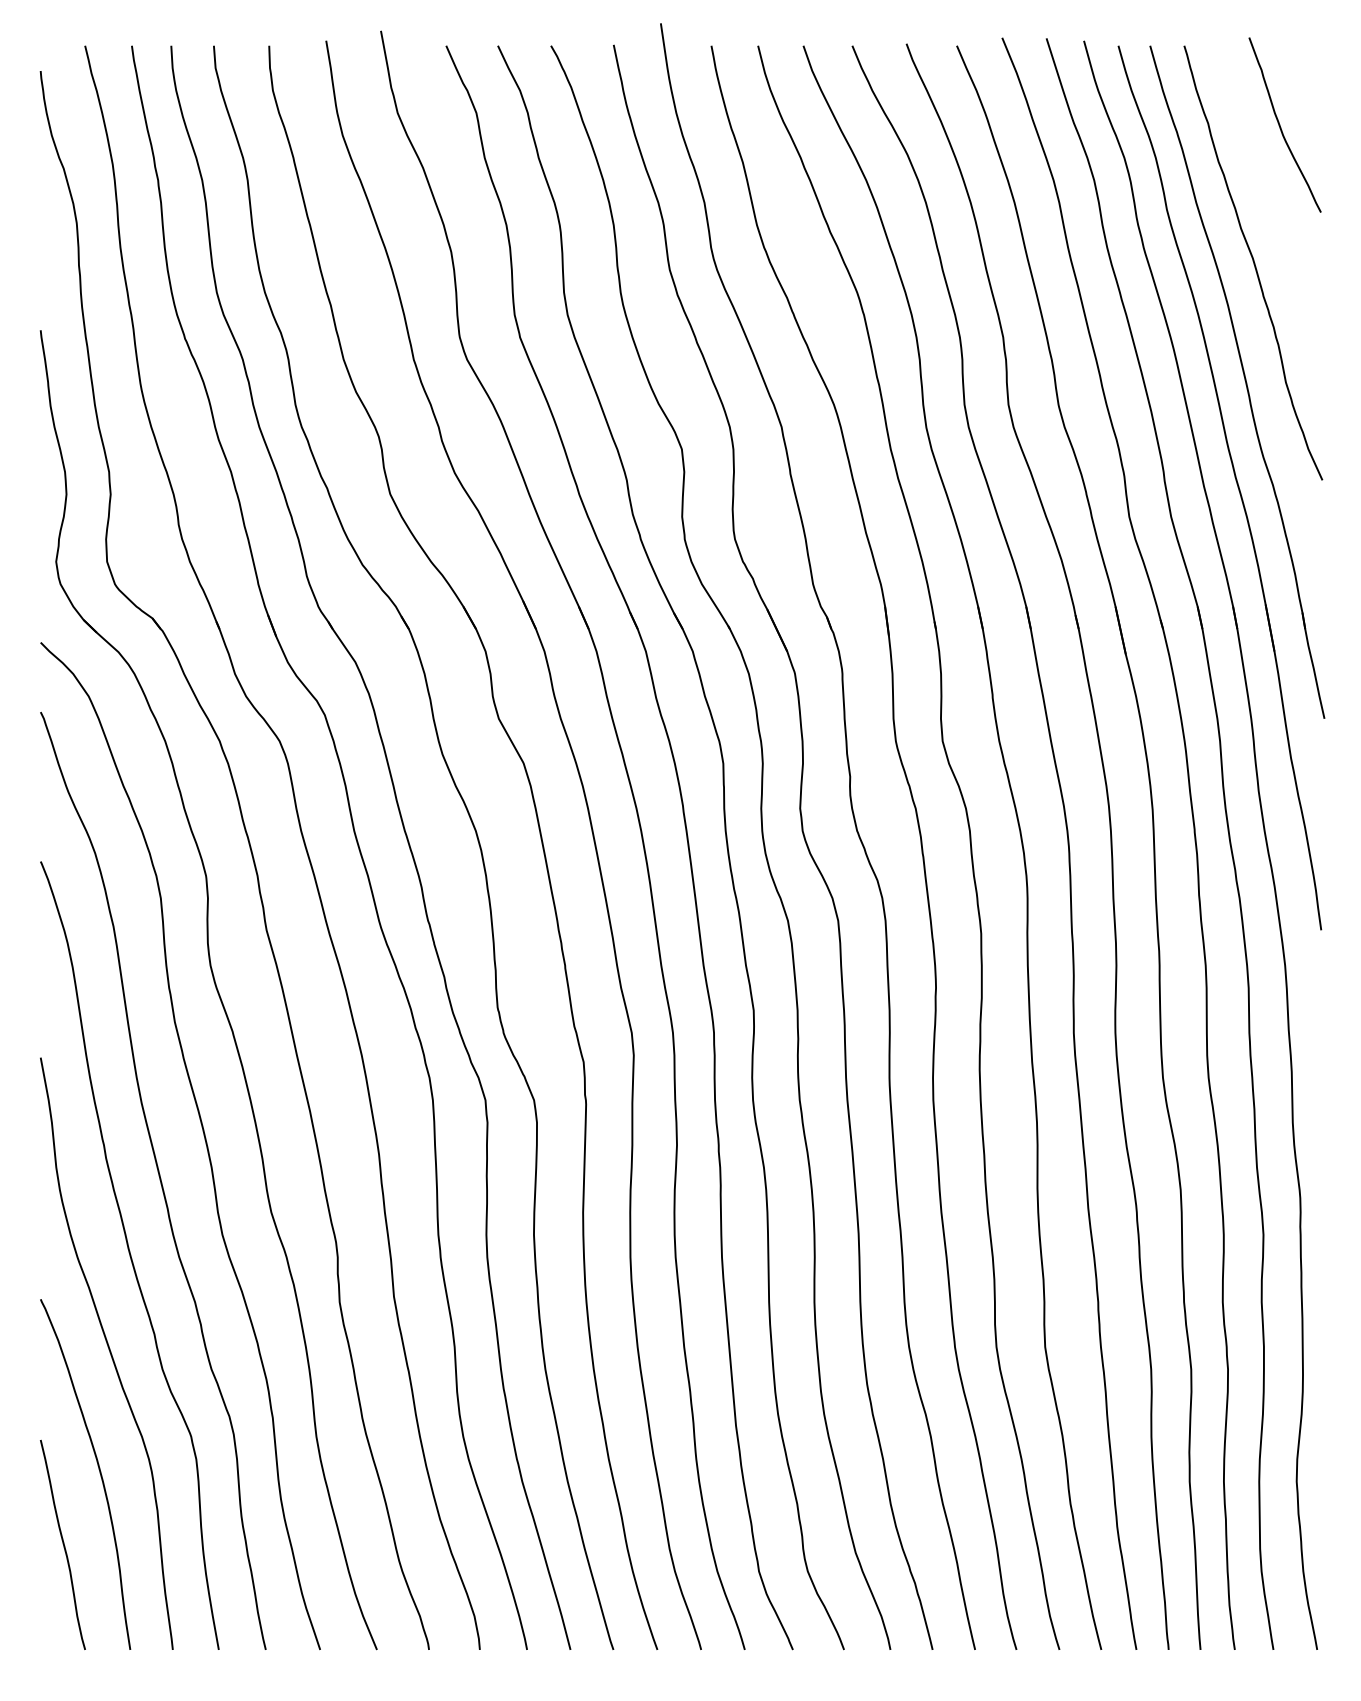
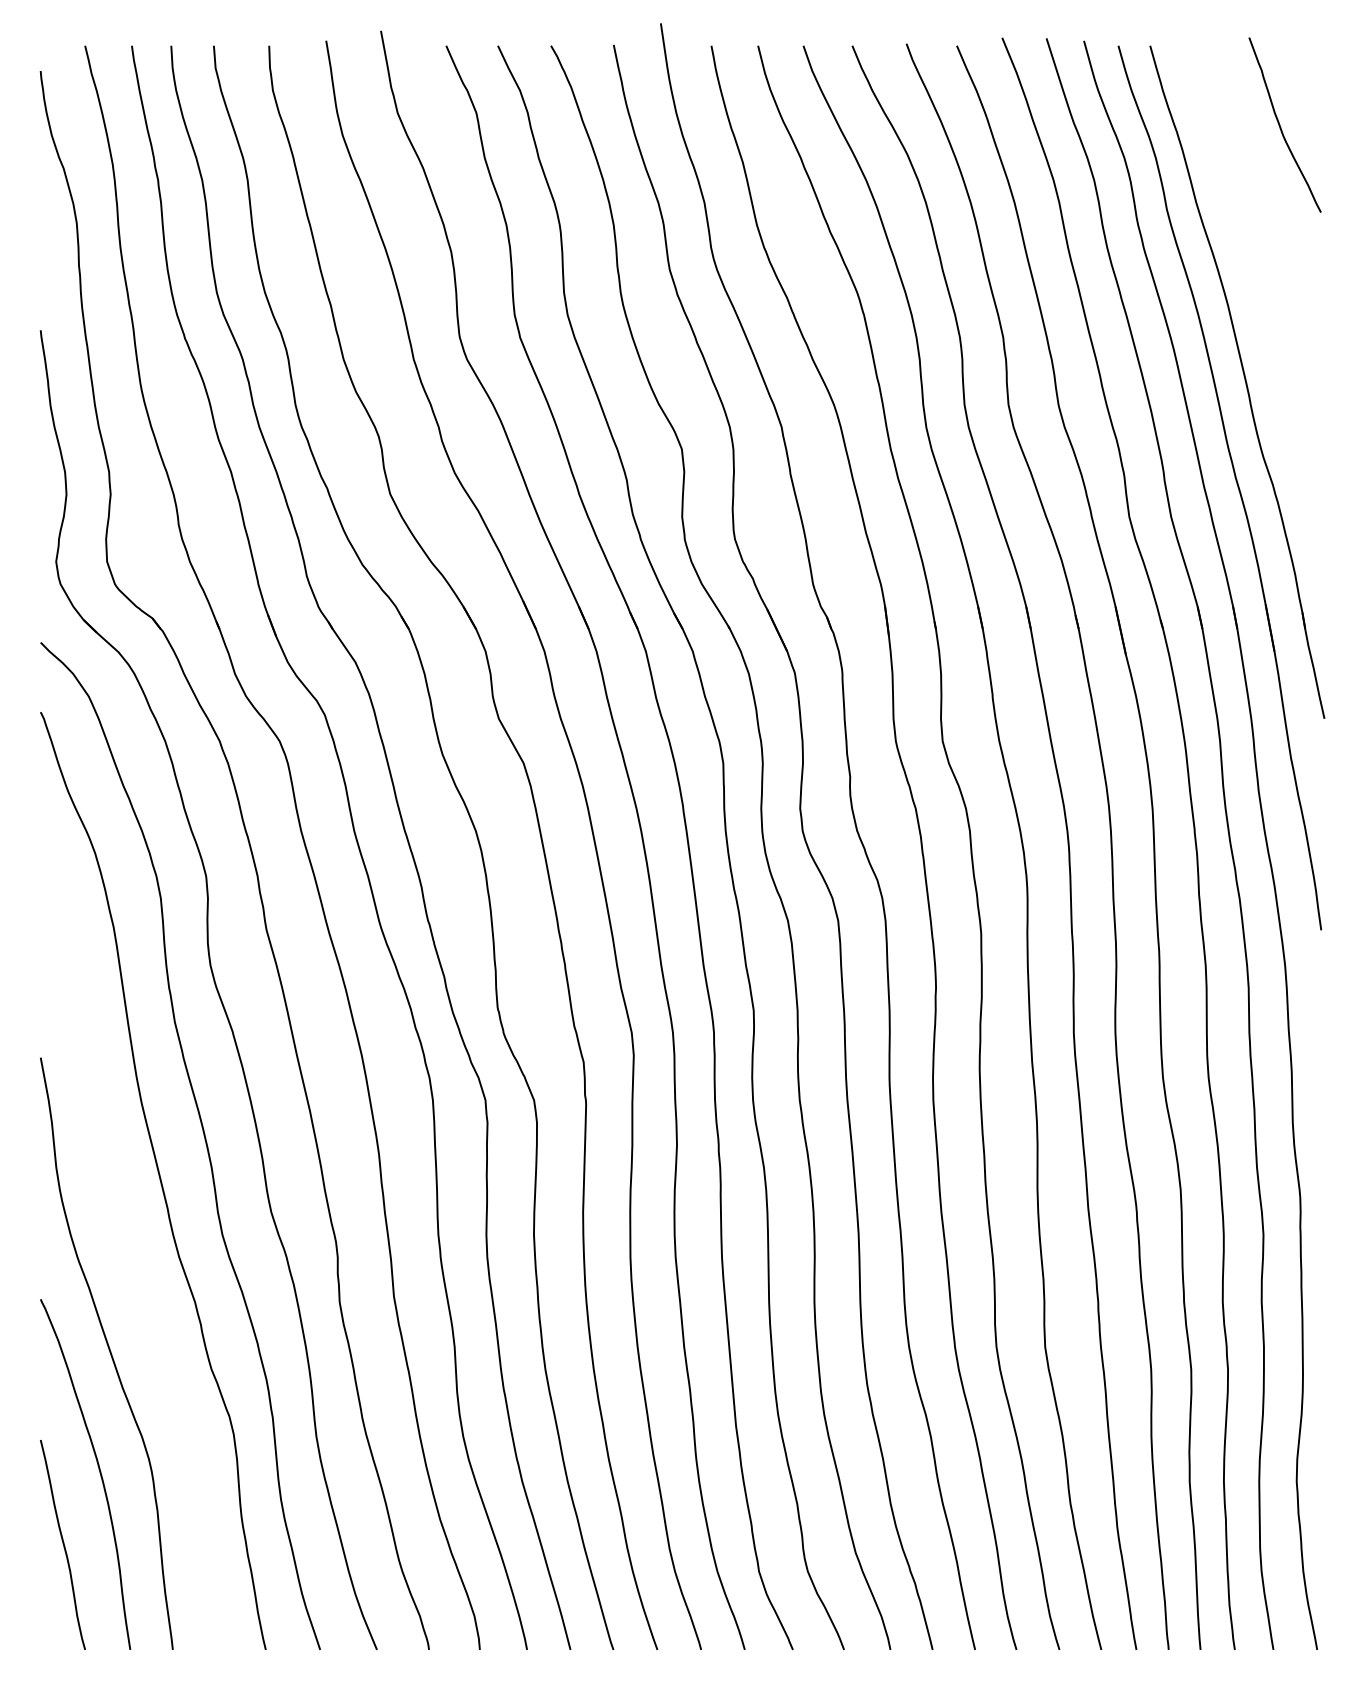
curve at (1253, 262): present -> none
curve at (129, 1255): present -> none
